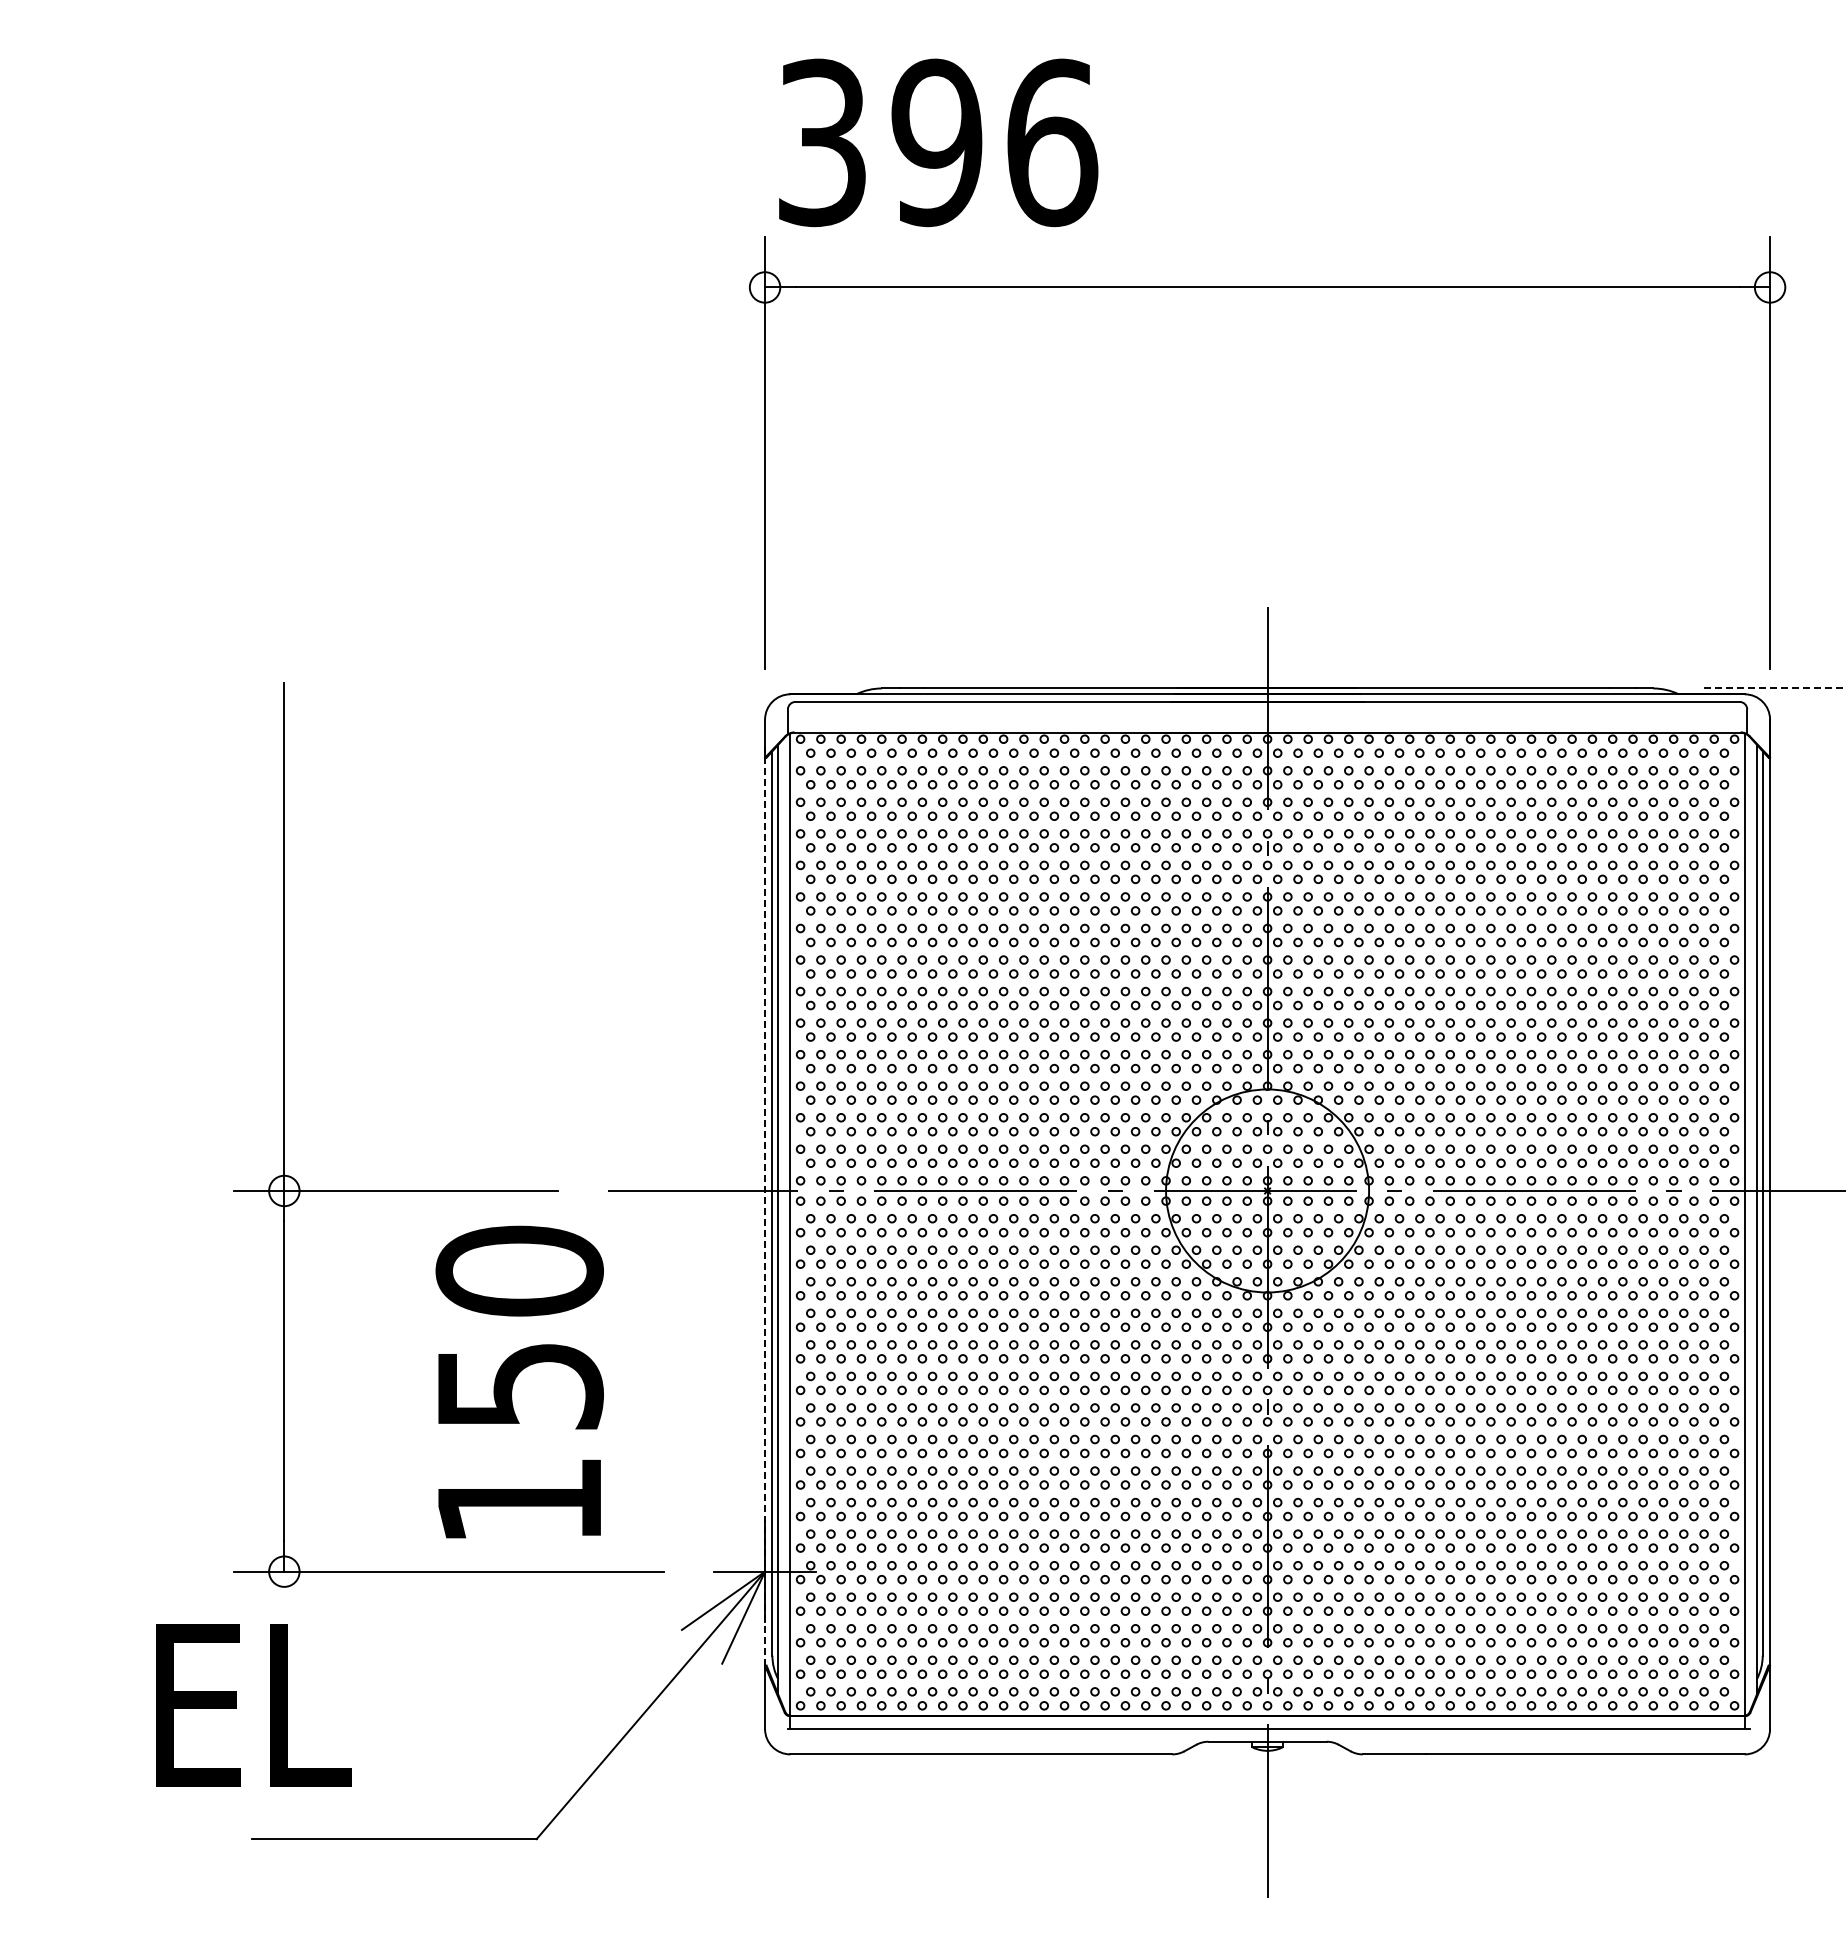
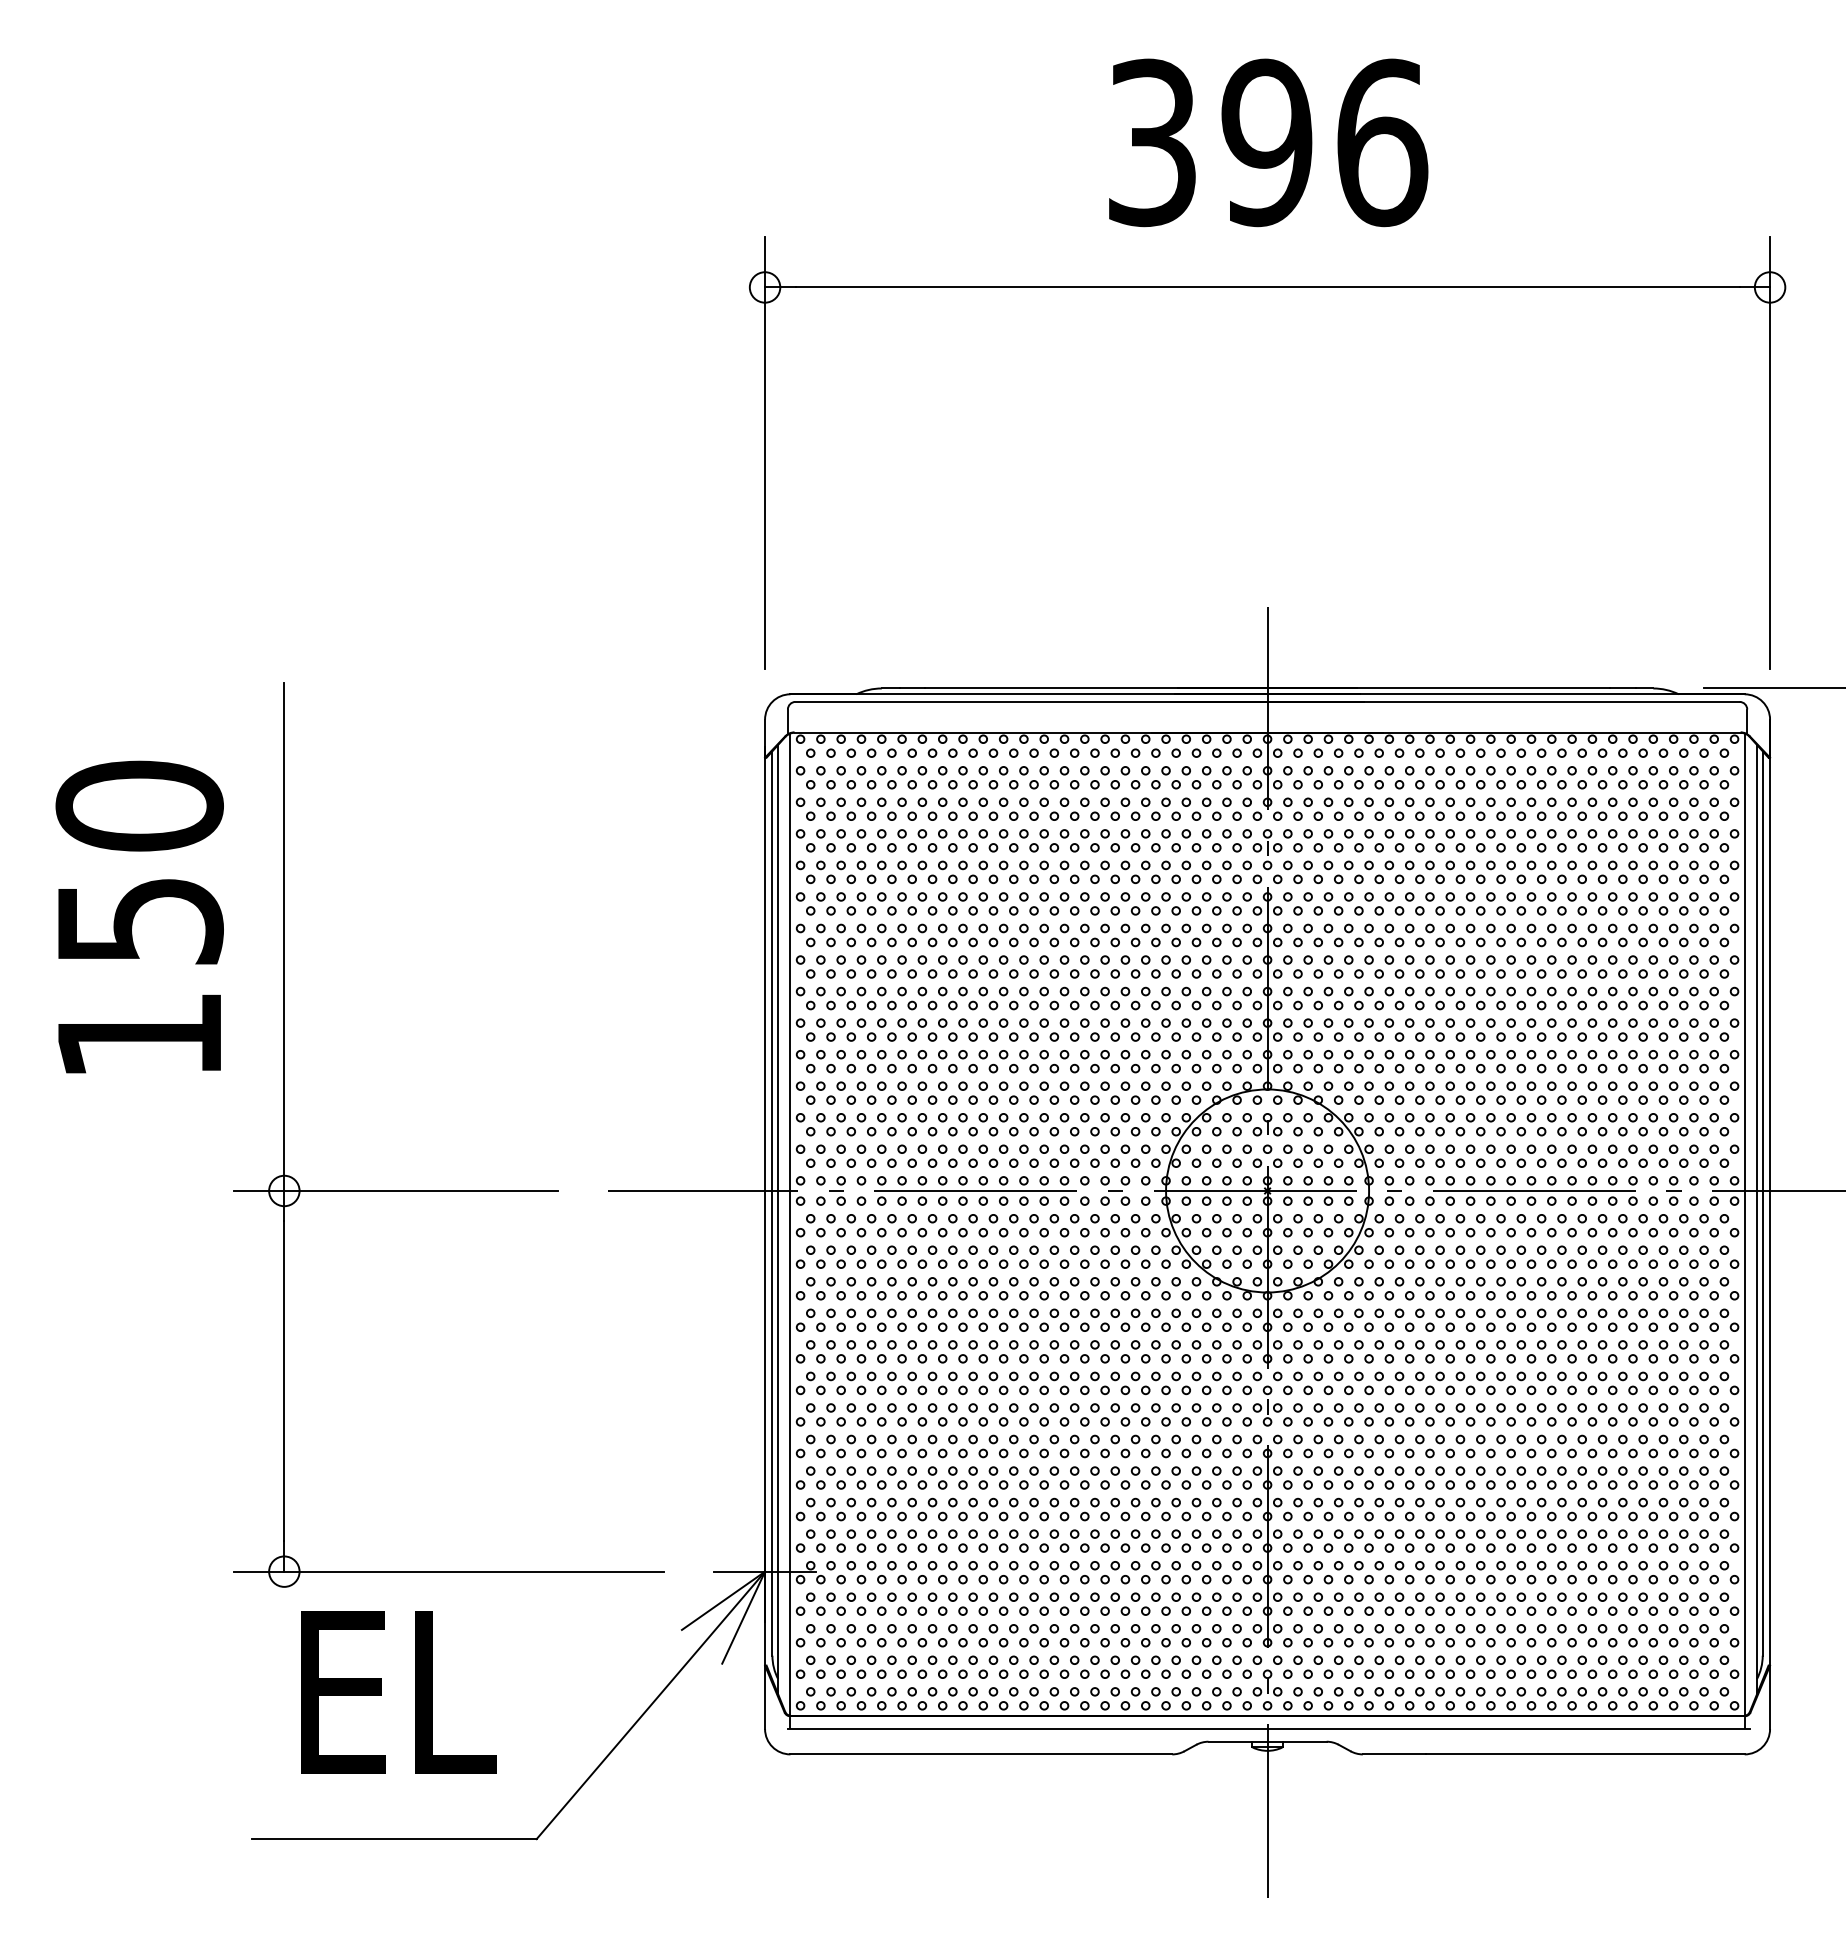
text at (938, 142) position: (938, 142) -> (1268, 142)
line at (1775, 688): dashed -> solid
line at (765, 1206): dashed -> solid
text at (519, 1381) position: (519, 1381) -> (139, 916)
text at (253, 1705) position: (253, 1705) -> (398, 1692)
